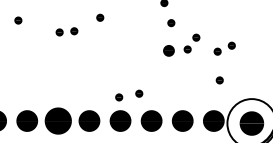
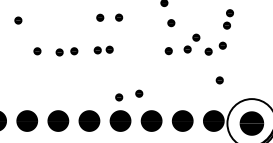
part at (119, 17): none -> present
part at (228, 19): none -> present
part at (66, 31) position: (66, 31) -> (66, 51)
part at (224, 48) position: (224, 48) -> (215, 48)
part at (103, 49): none -> present
part at (168, 50) size: 12x12 px -> 9x9 px
part at (37, 51): none -> present
part at (57, 120) size: 28x28 px -> 23x22 px
